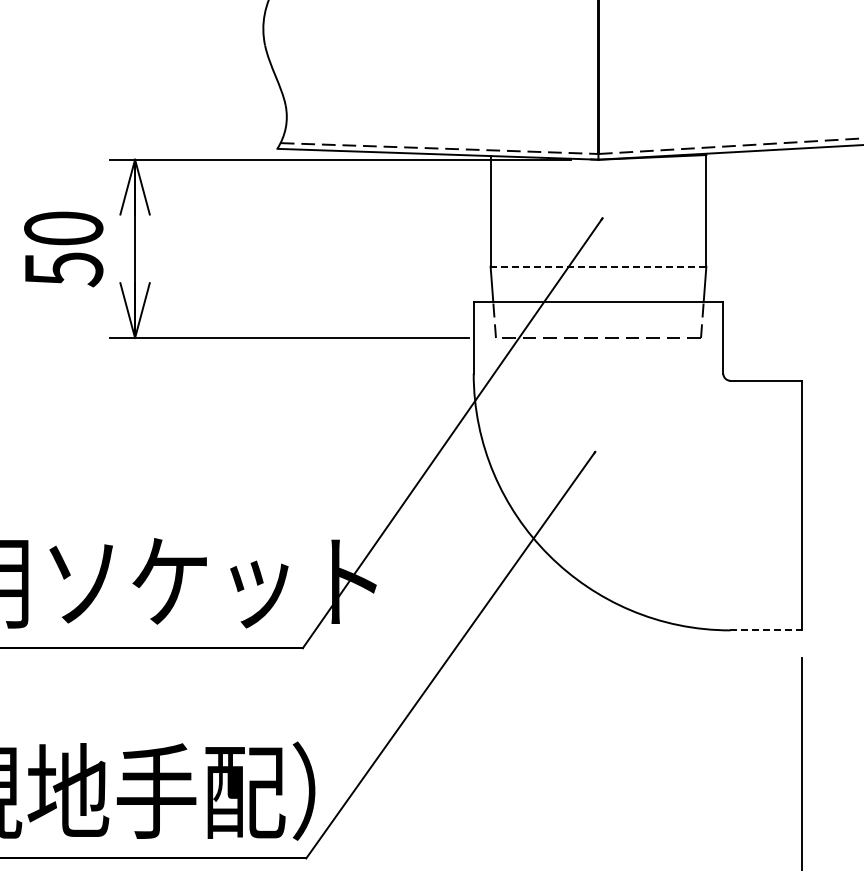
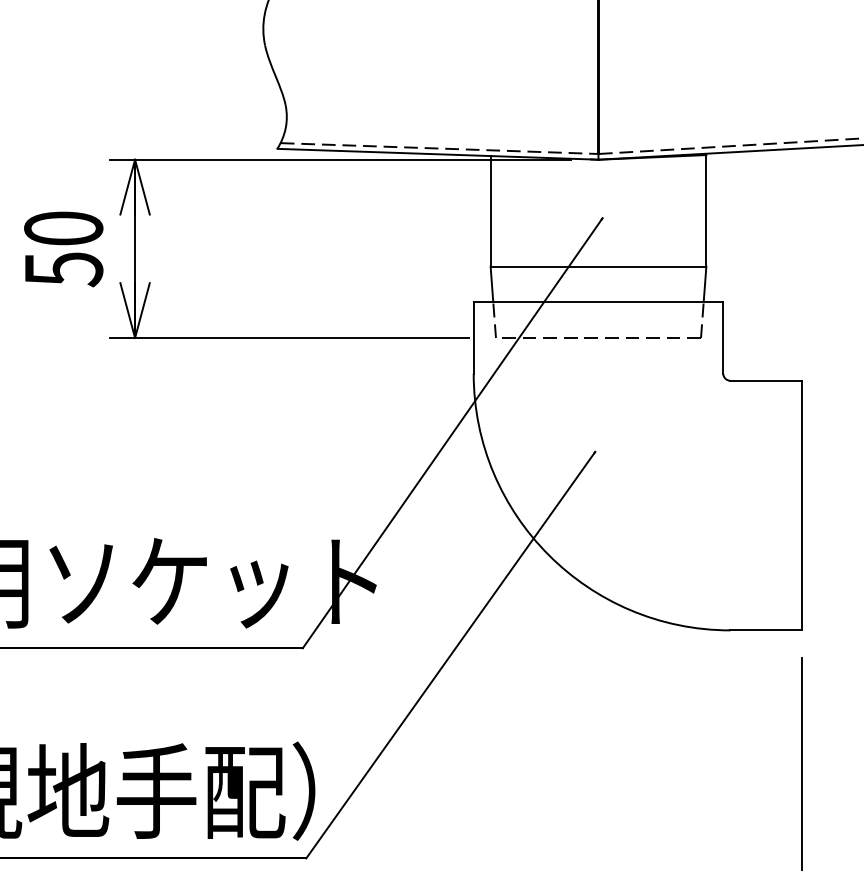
line at (598, 266): dashed -> solid
line at (766, 630): dashed -> solid
